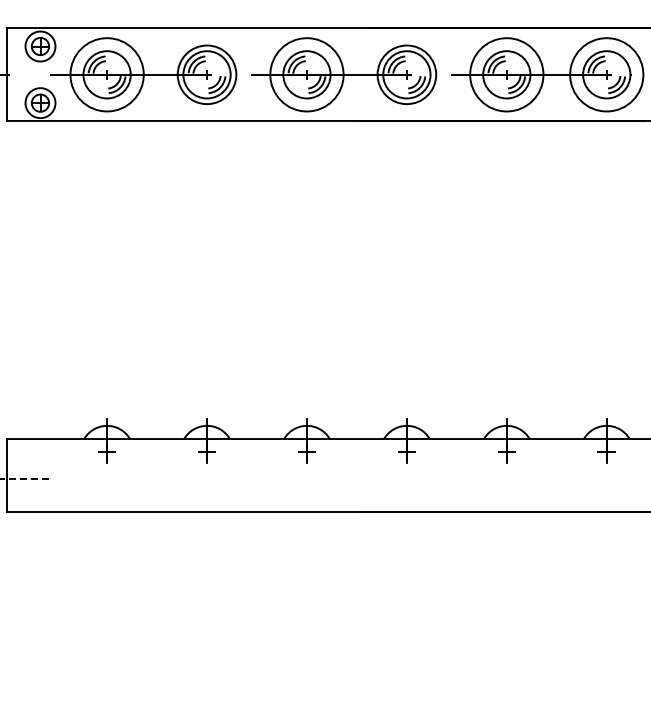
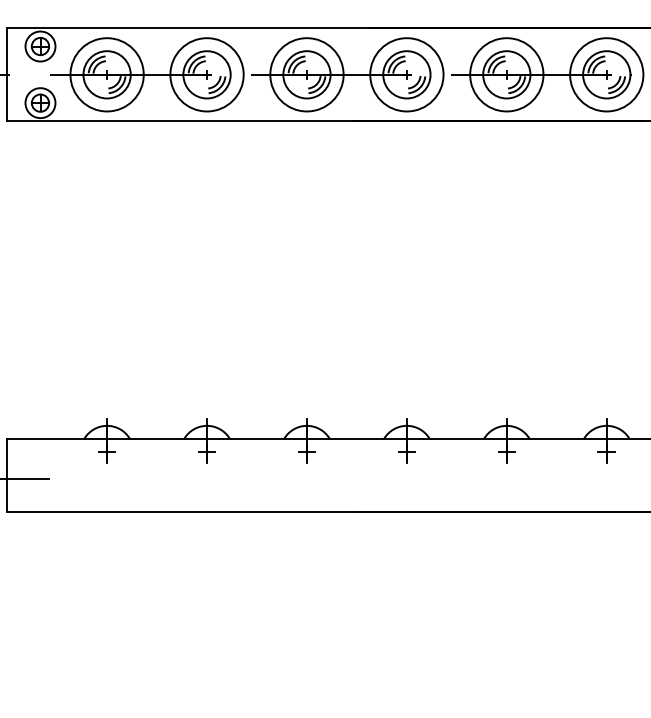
circle at (206, 74) diameter: 59 px -> 73 px
circle at (406, 74) diameter: 59 px -> 73 px
line at (24, 479): dashed -> solid
